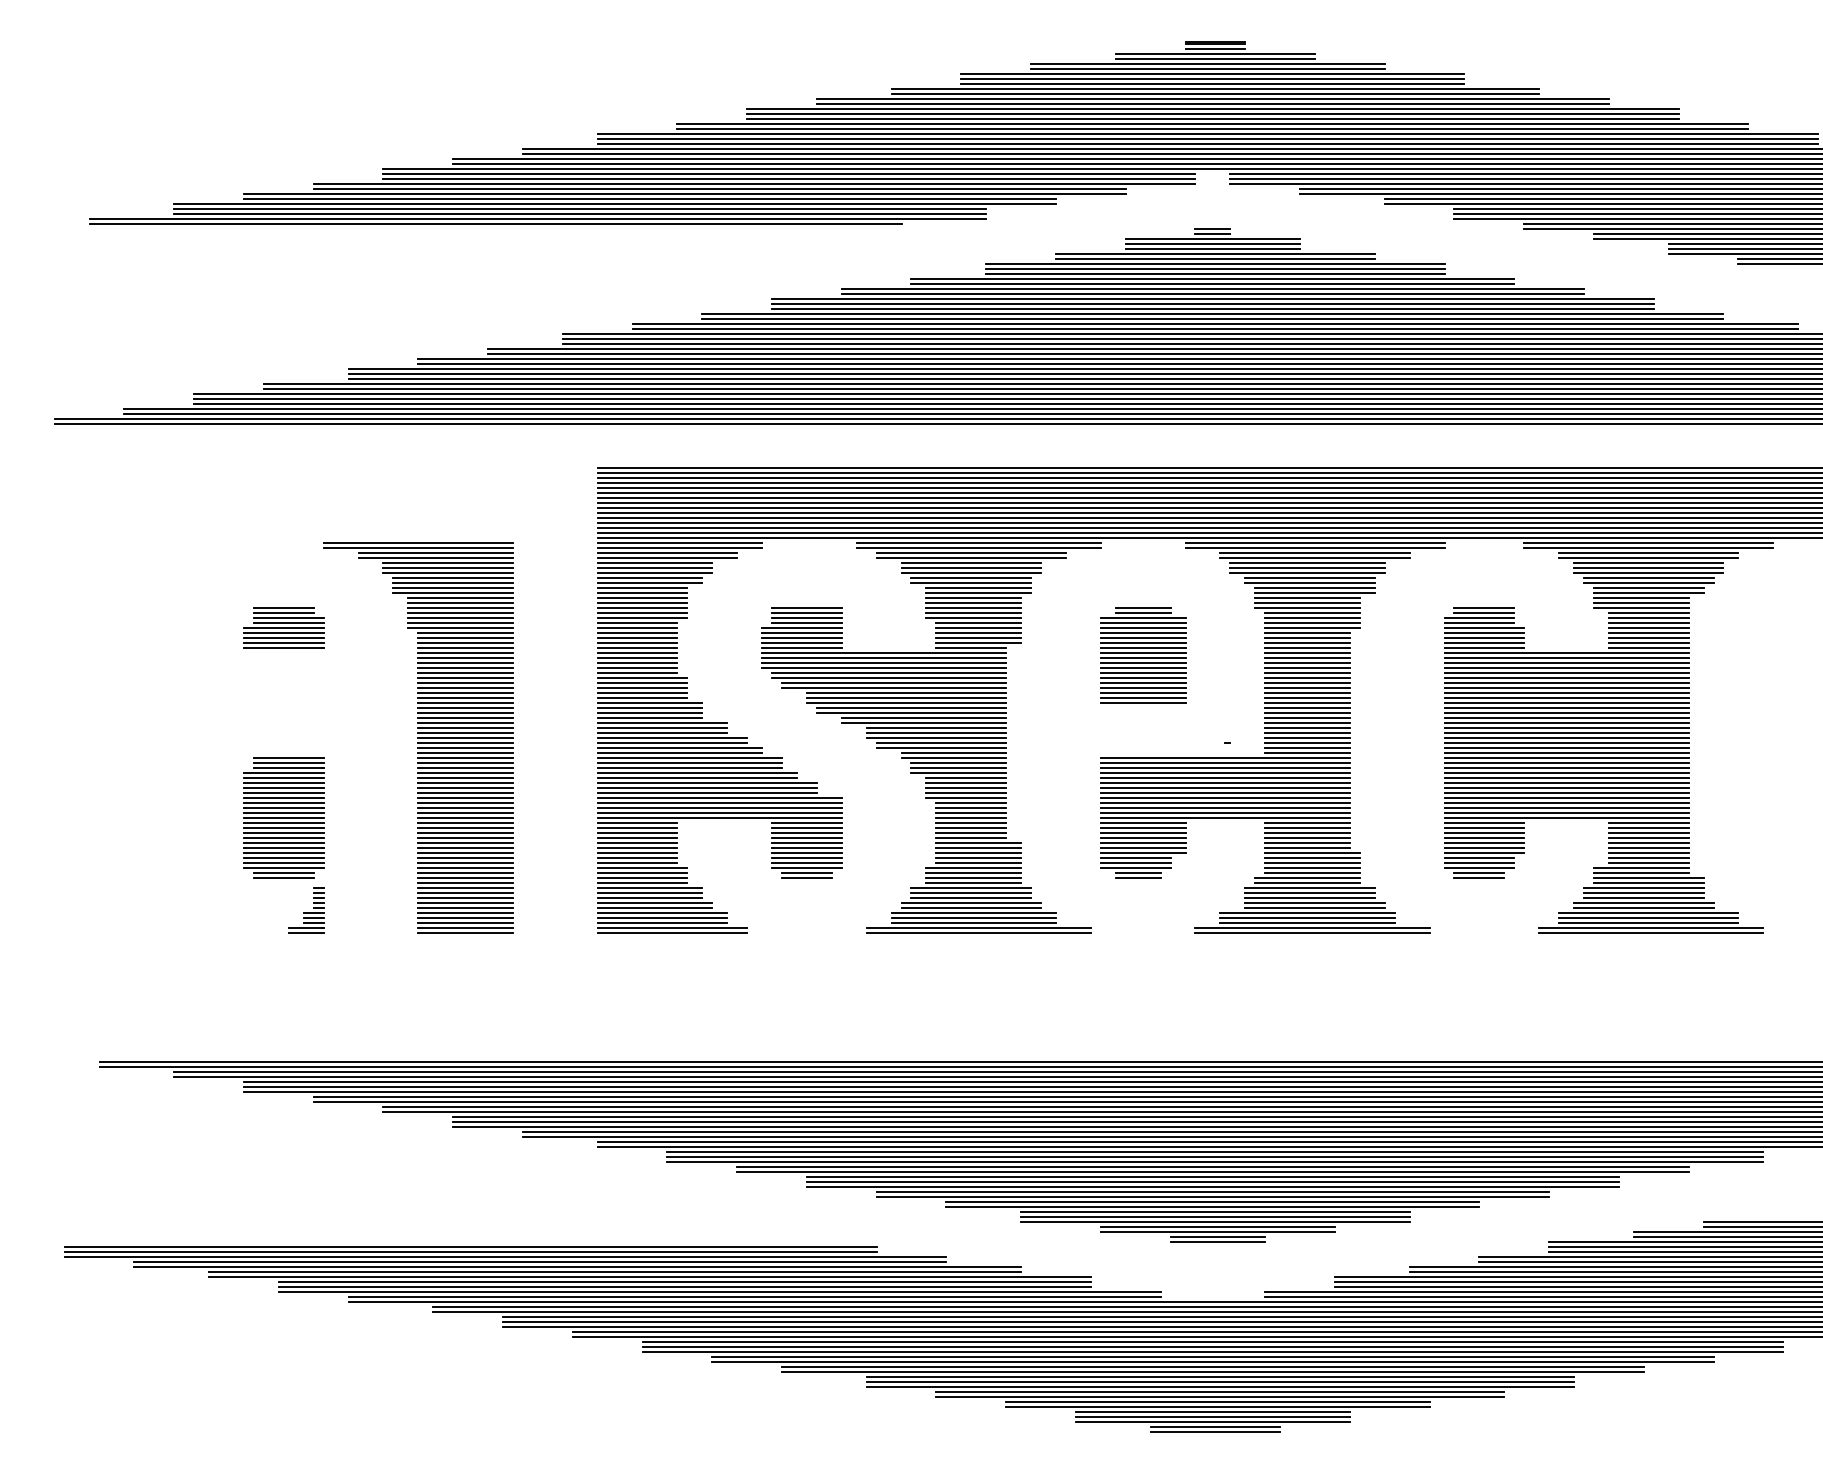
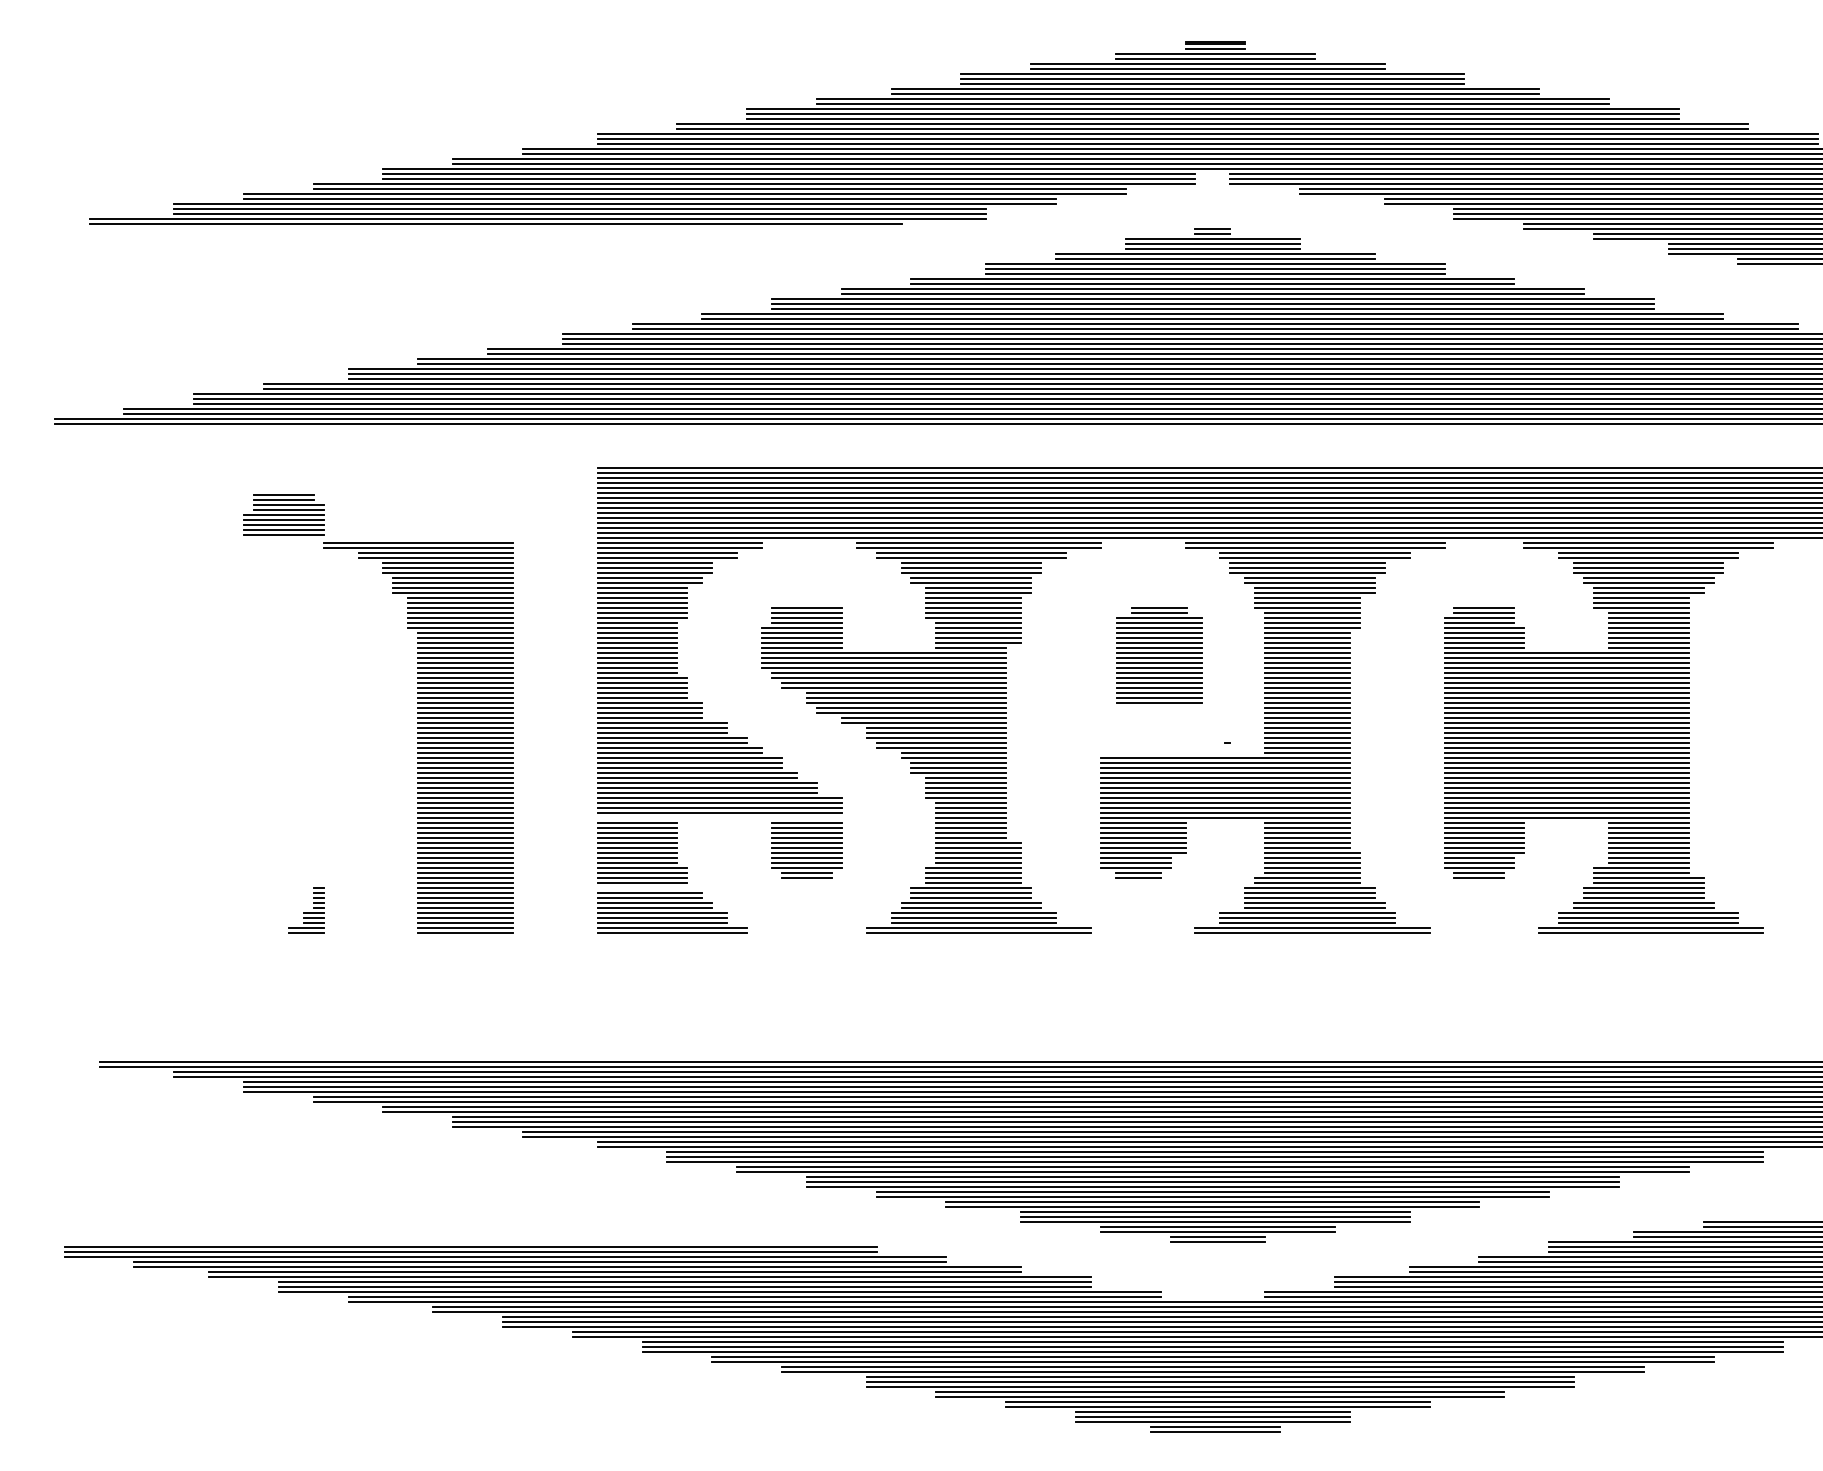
part at (283, 627) position: (283, 627) -> (283, 514)
part at (1143, 655) position: (1143, 655) -> (1159, 655)
part at (283, 817): present -> none
line at (719, 817): present -> none
line at (649, 887): present -> none
